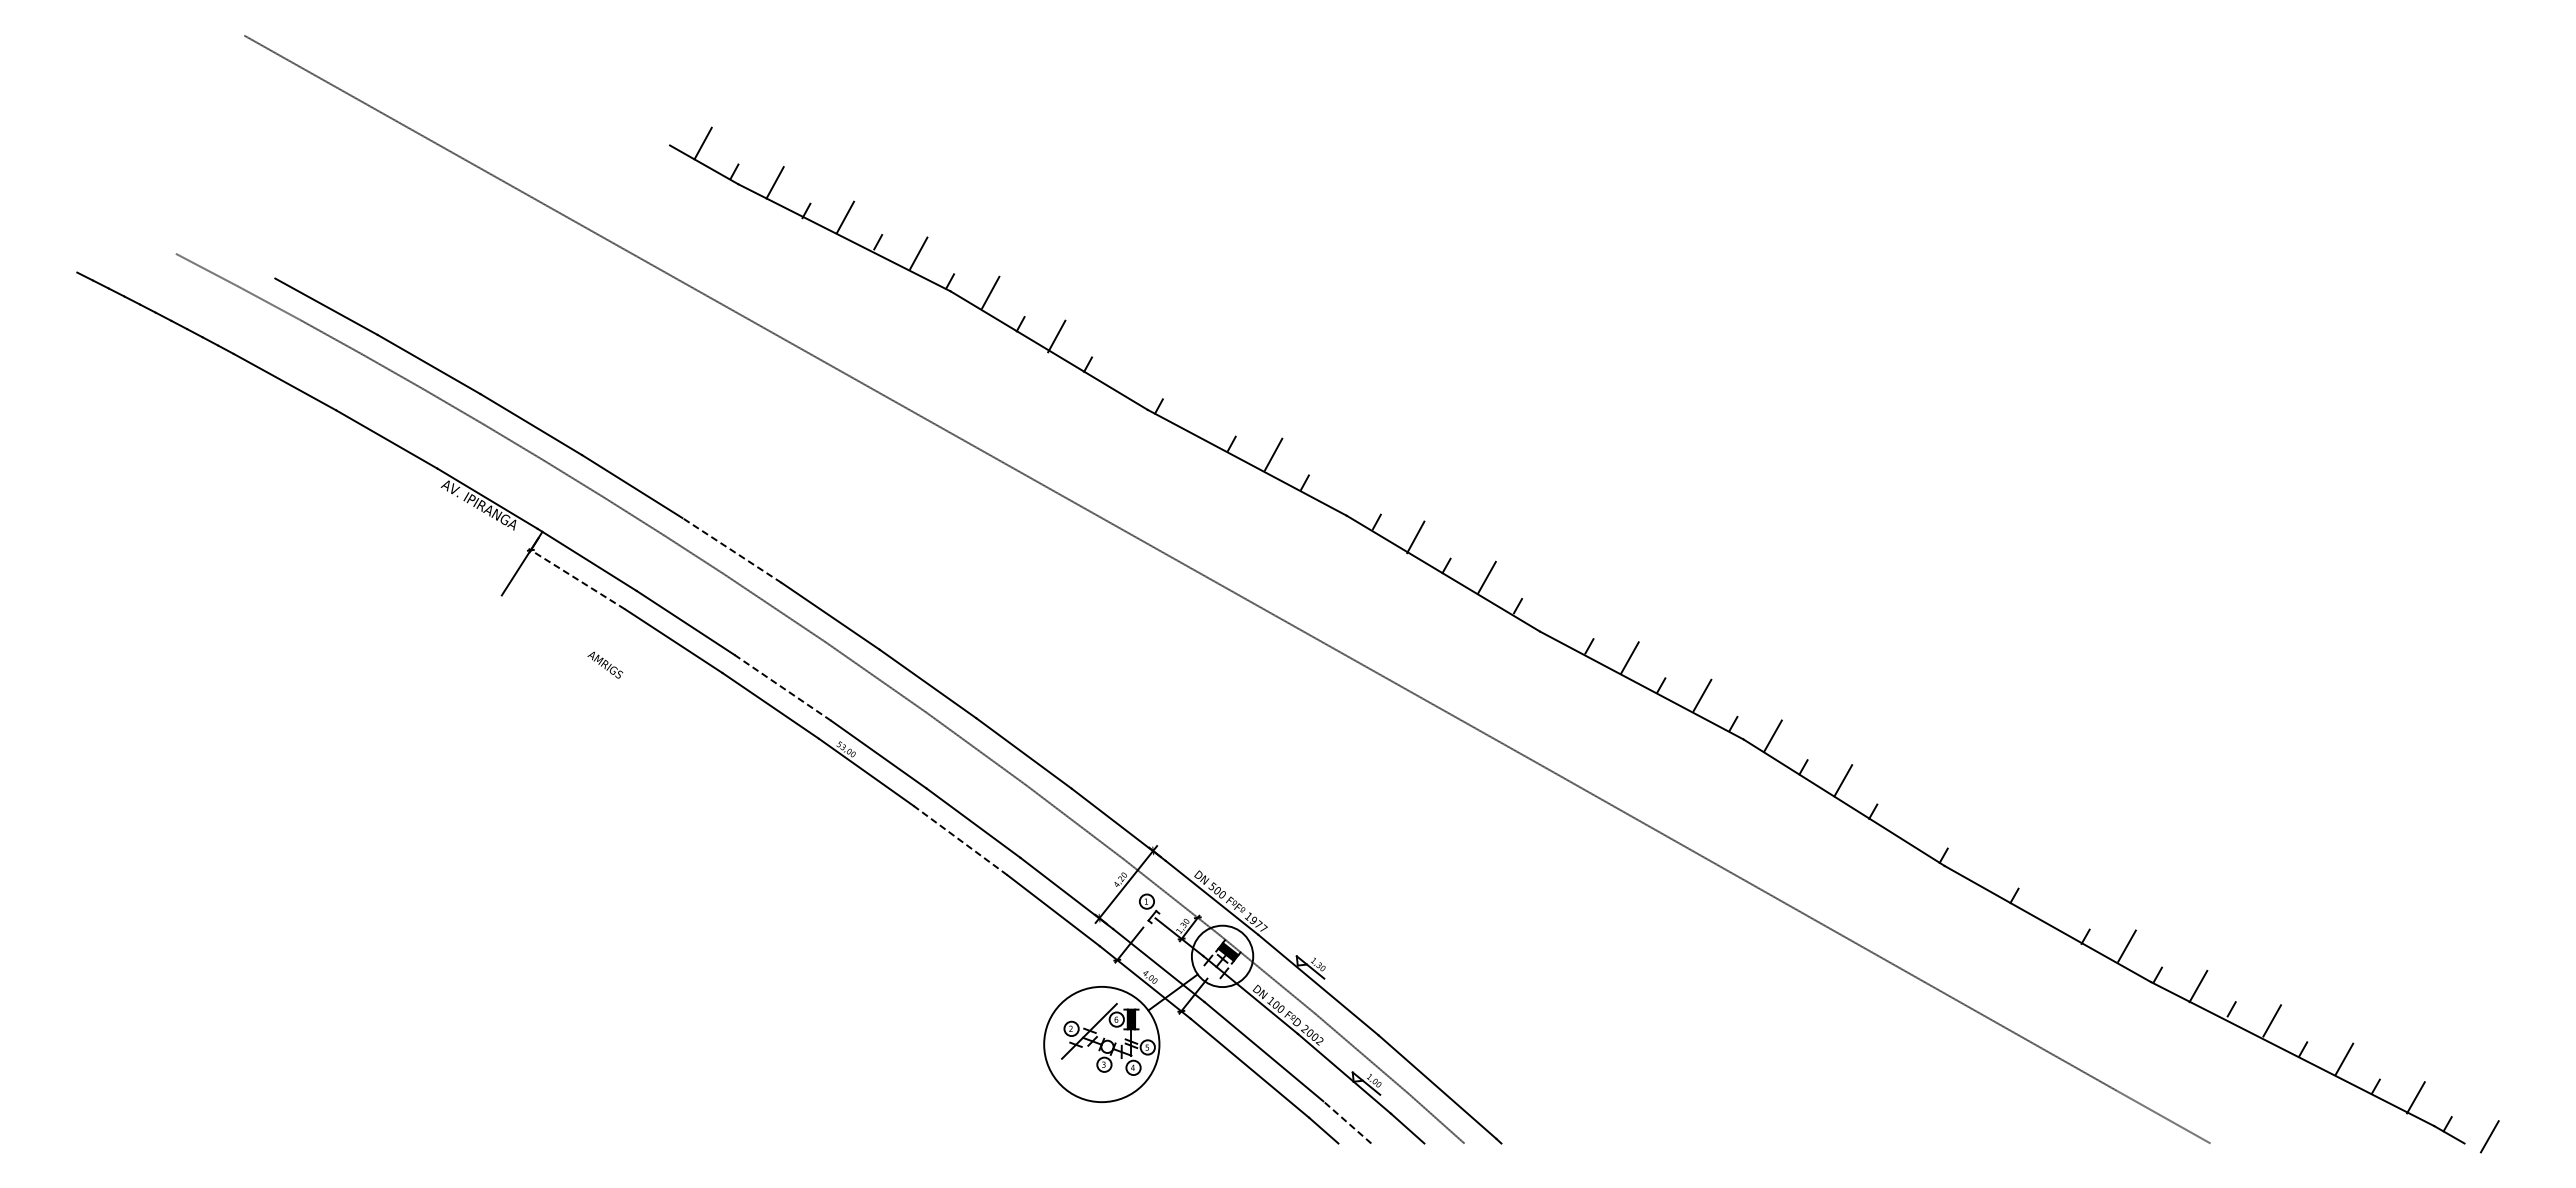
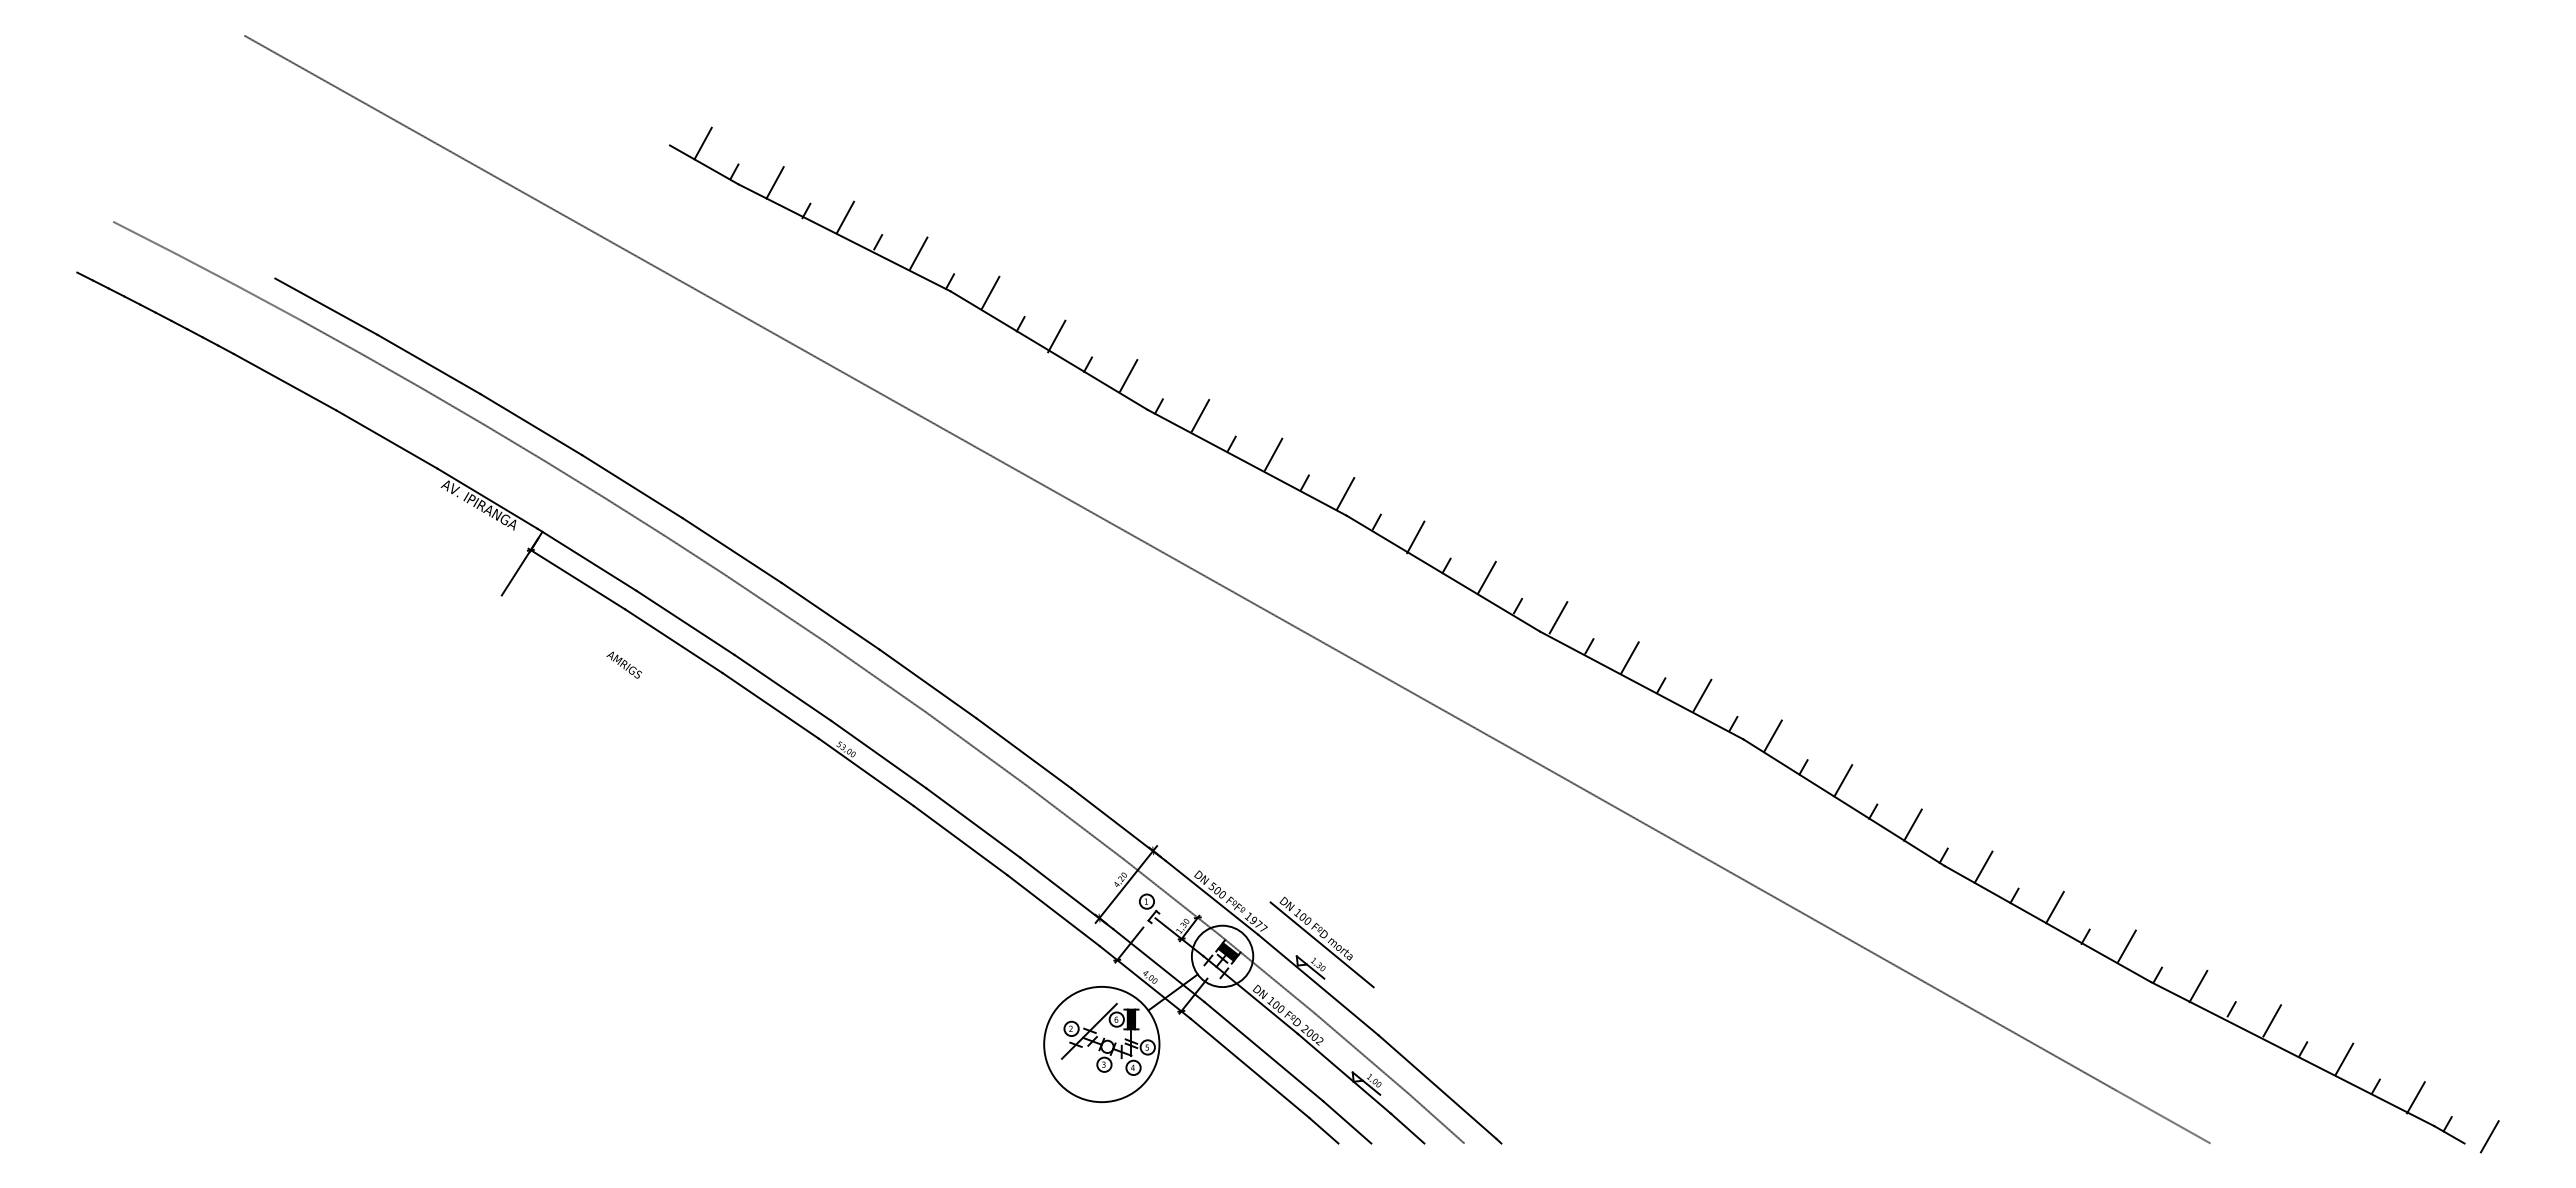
line at (144, 237): none -> present
line at (1128, 375): none -> present
line at (1200, 415): none -> present
line at (1345, 493): none -> present
line at (731, 550): dashed -> solid
line at (576, 579): dashed -> solid
line at (1558, 617): none -> present
text at (605, 664) position: (605, 664) -> (624, 664)
line at (782, 687): dashed -> solid
line at (1912, 824): none -> present
line at (960, 840): dashed -> solid
line at (1983, 866): none -> present
line at (2054, 907): none -> present
part at (1321, 942): none -> present
line at (1347, 1122): dashed -> solid
